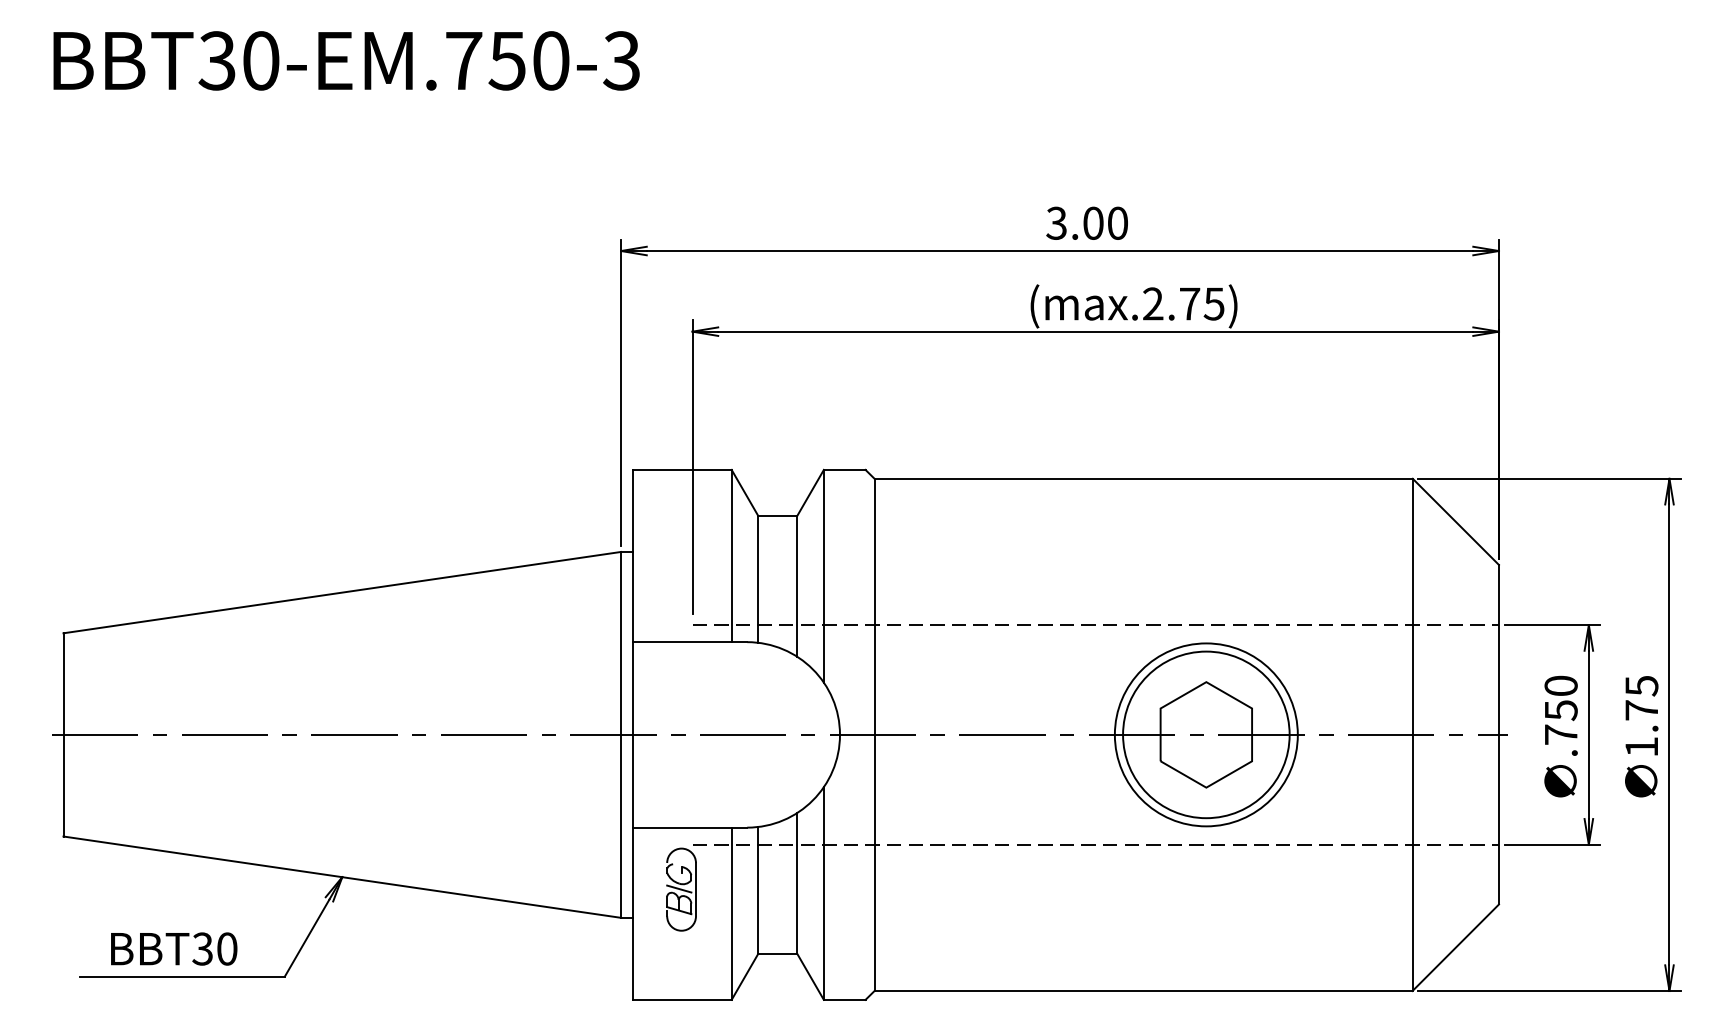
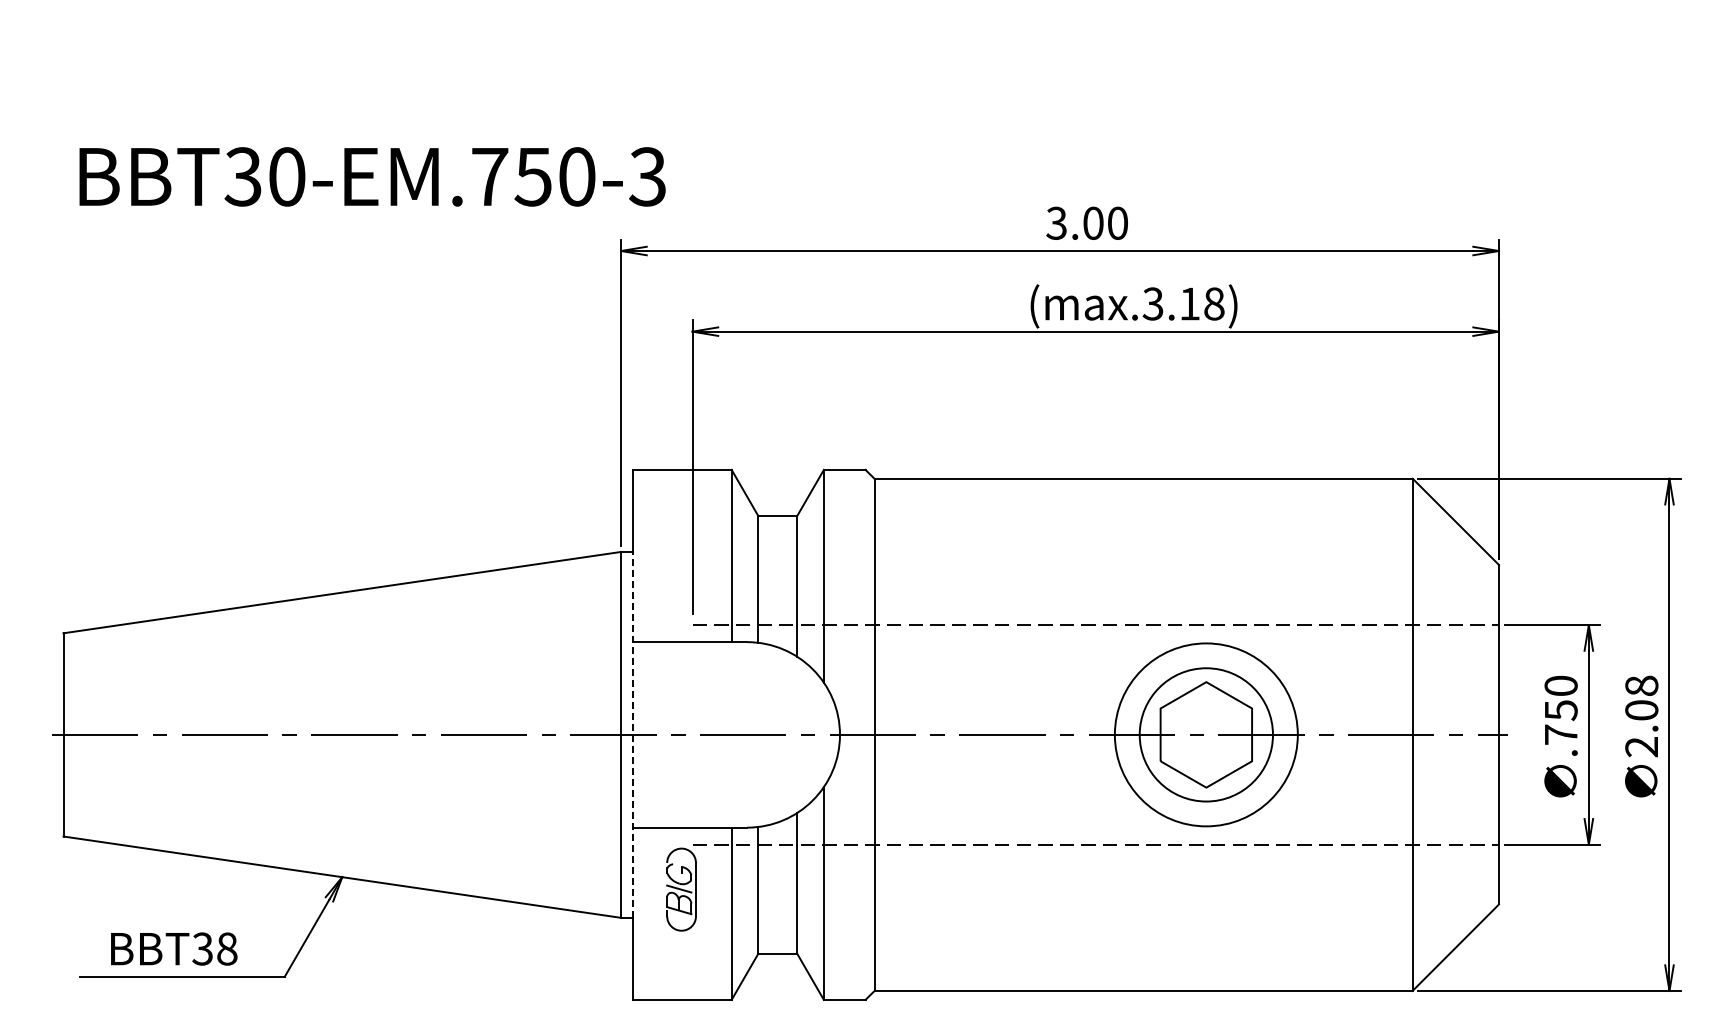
text at (346, 60) position: (346, 60) -> (372, 176)
text at (1183, 303): (max.2.75) -> (max.3.18)
text at (1641, 716): 1.75 -> 2.08
line at (632, 734): solid -> dashed
circle at (1206, 734) diameter: 167 px -> 133 px
text at (227, 948): BBT30 -> BBT38
